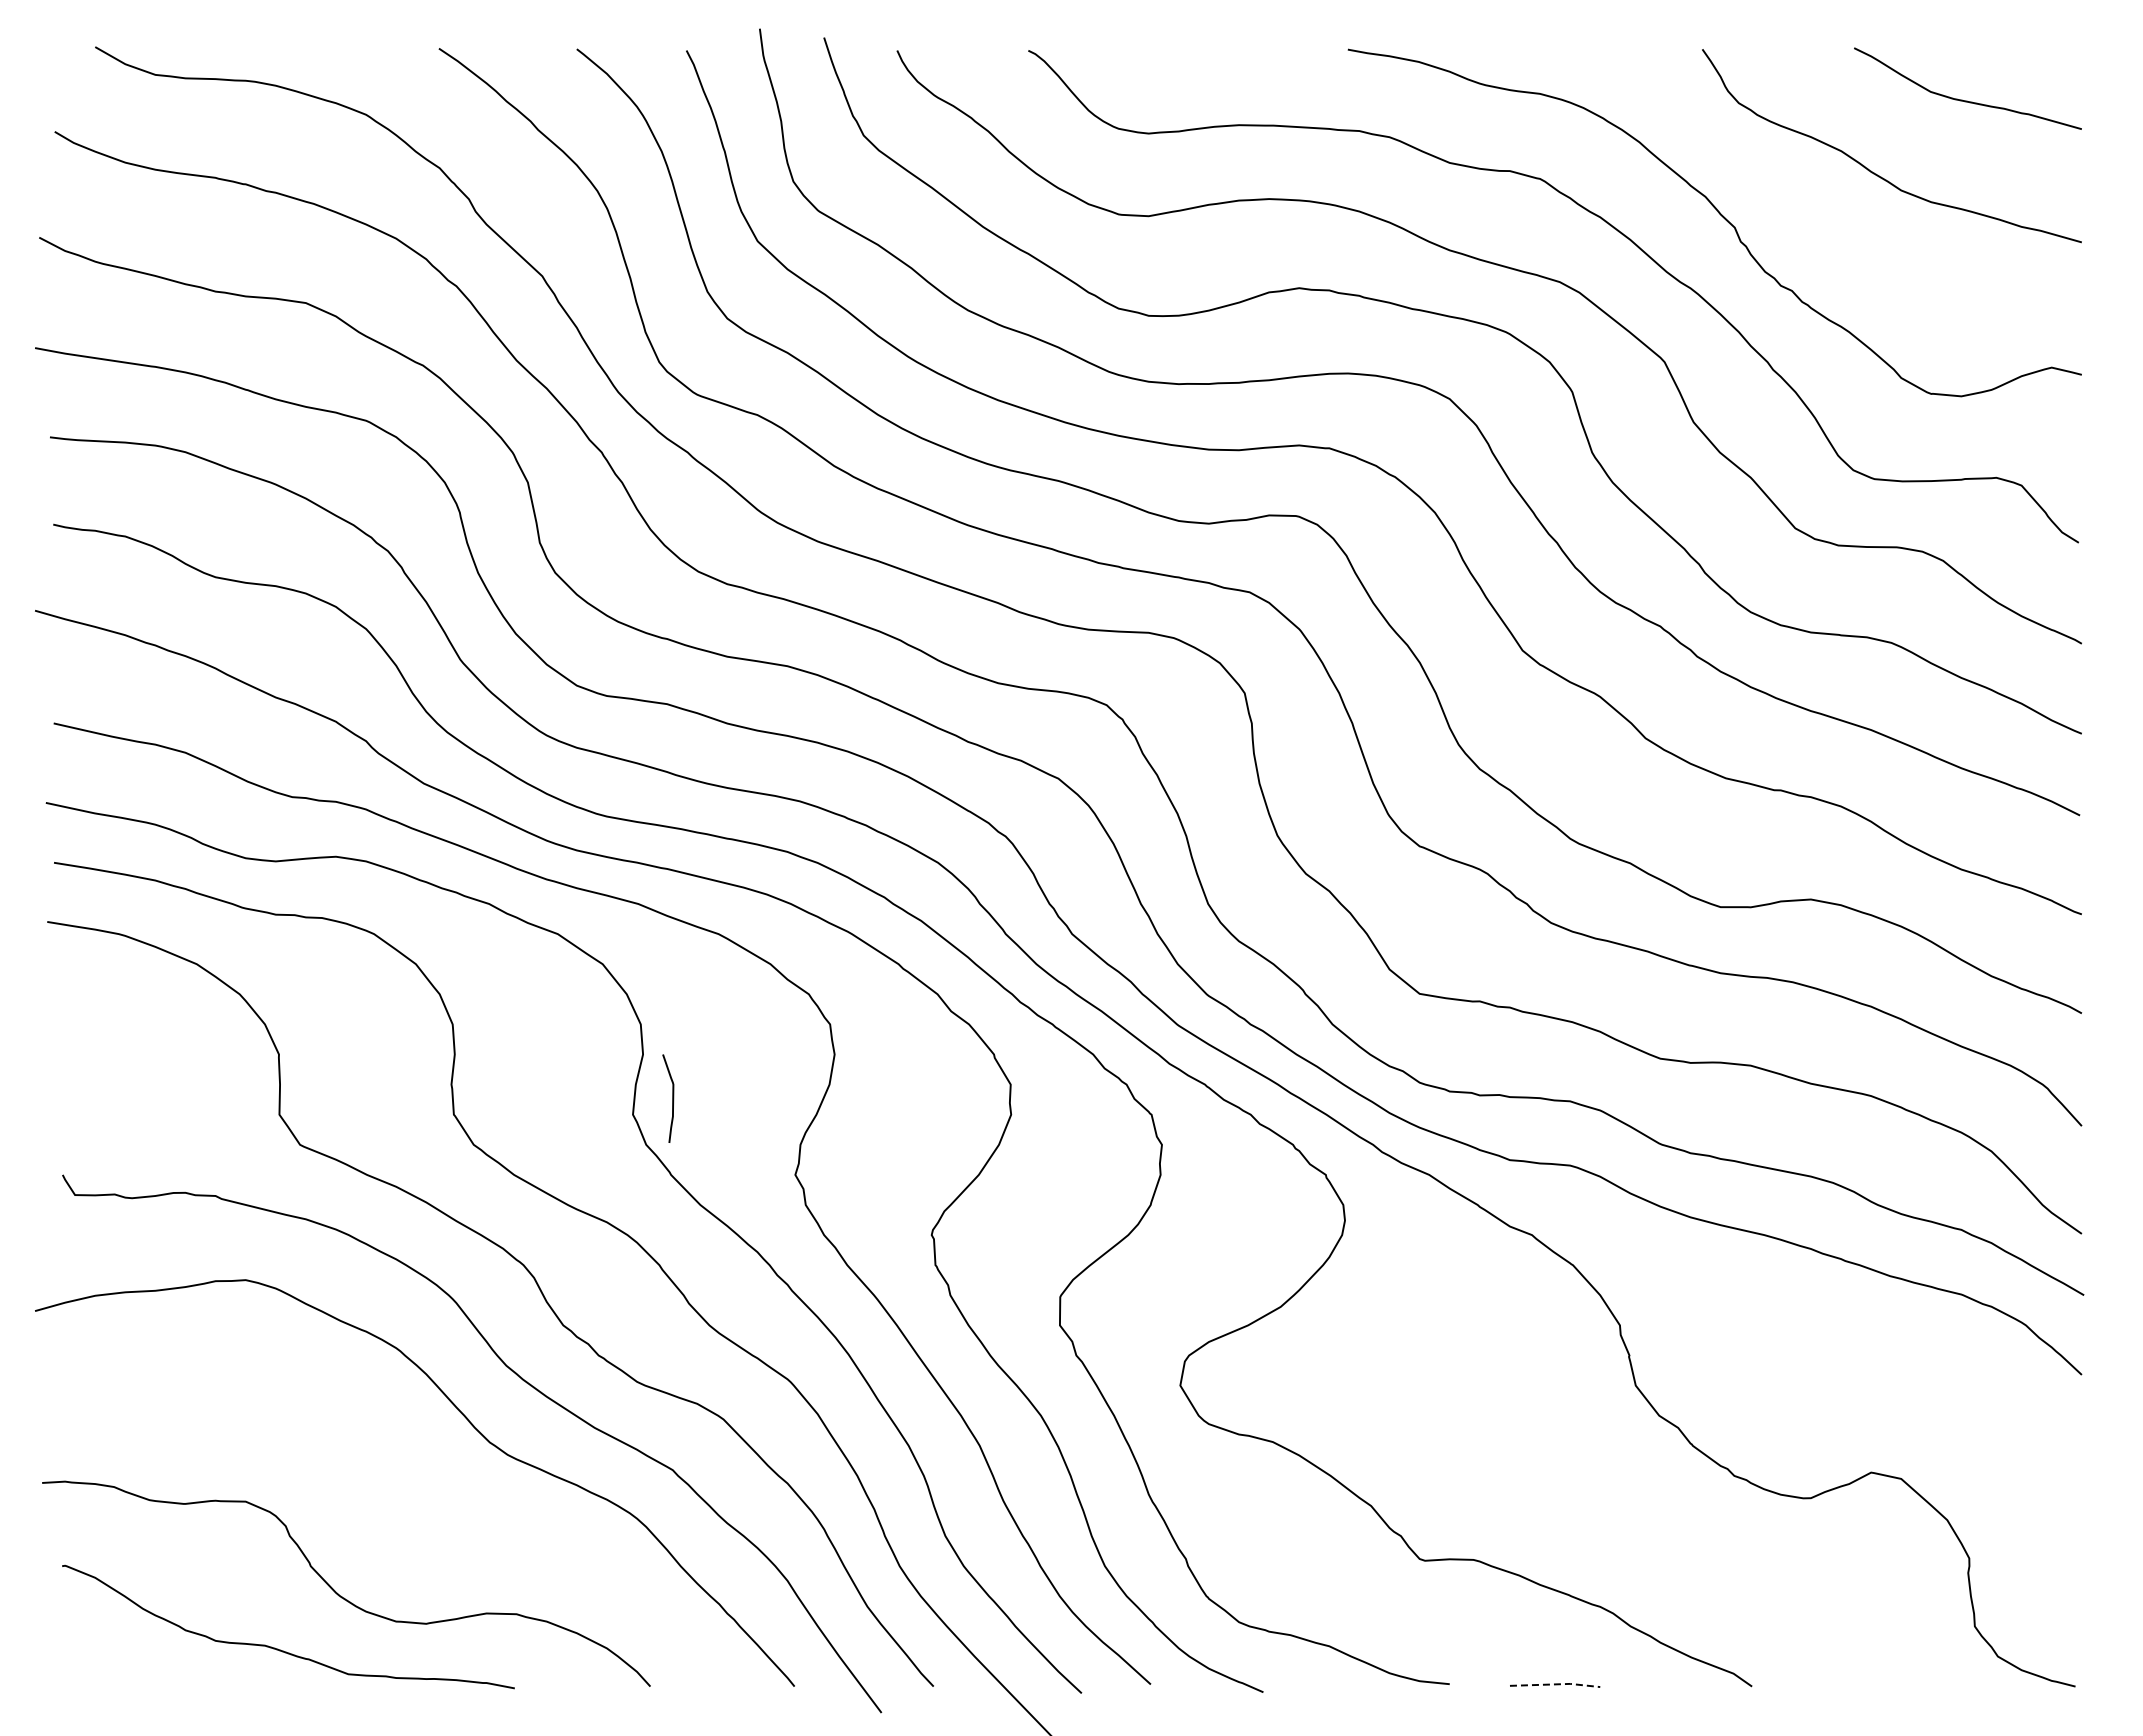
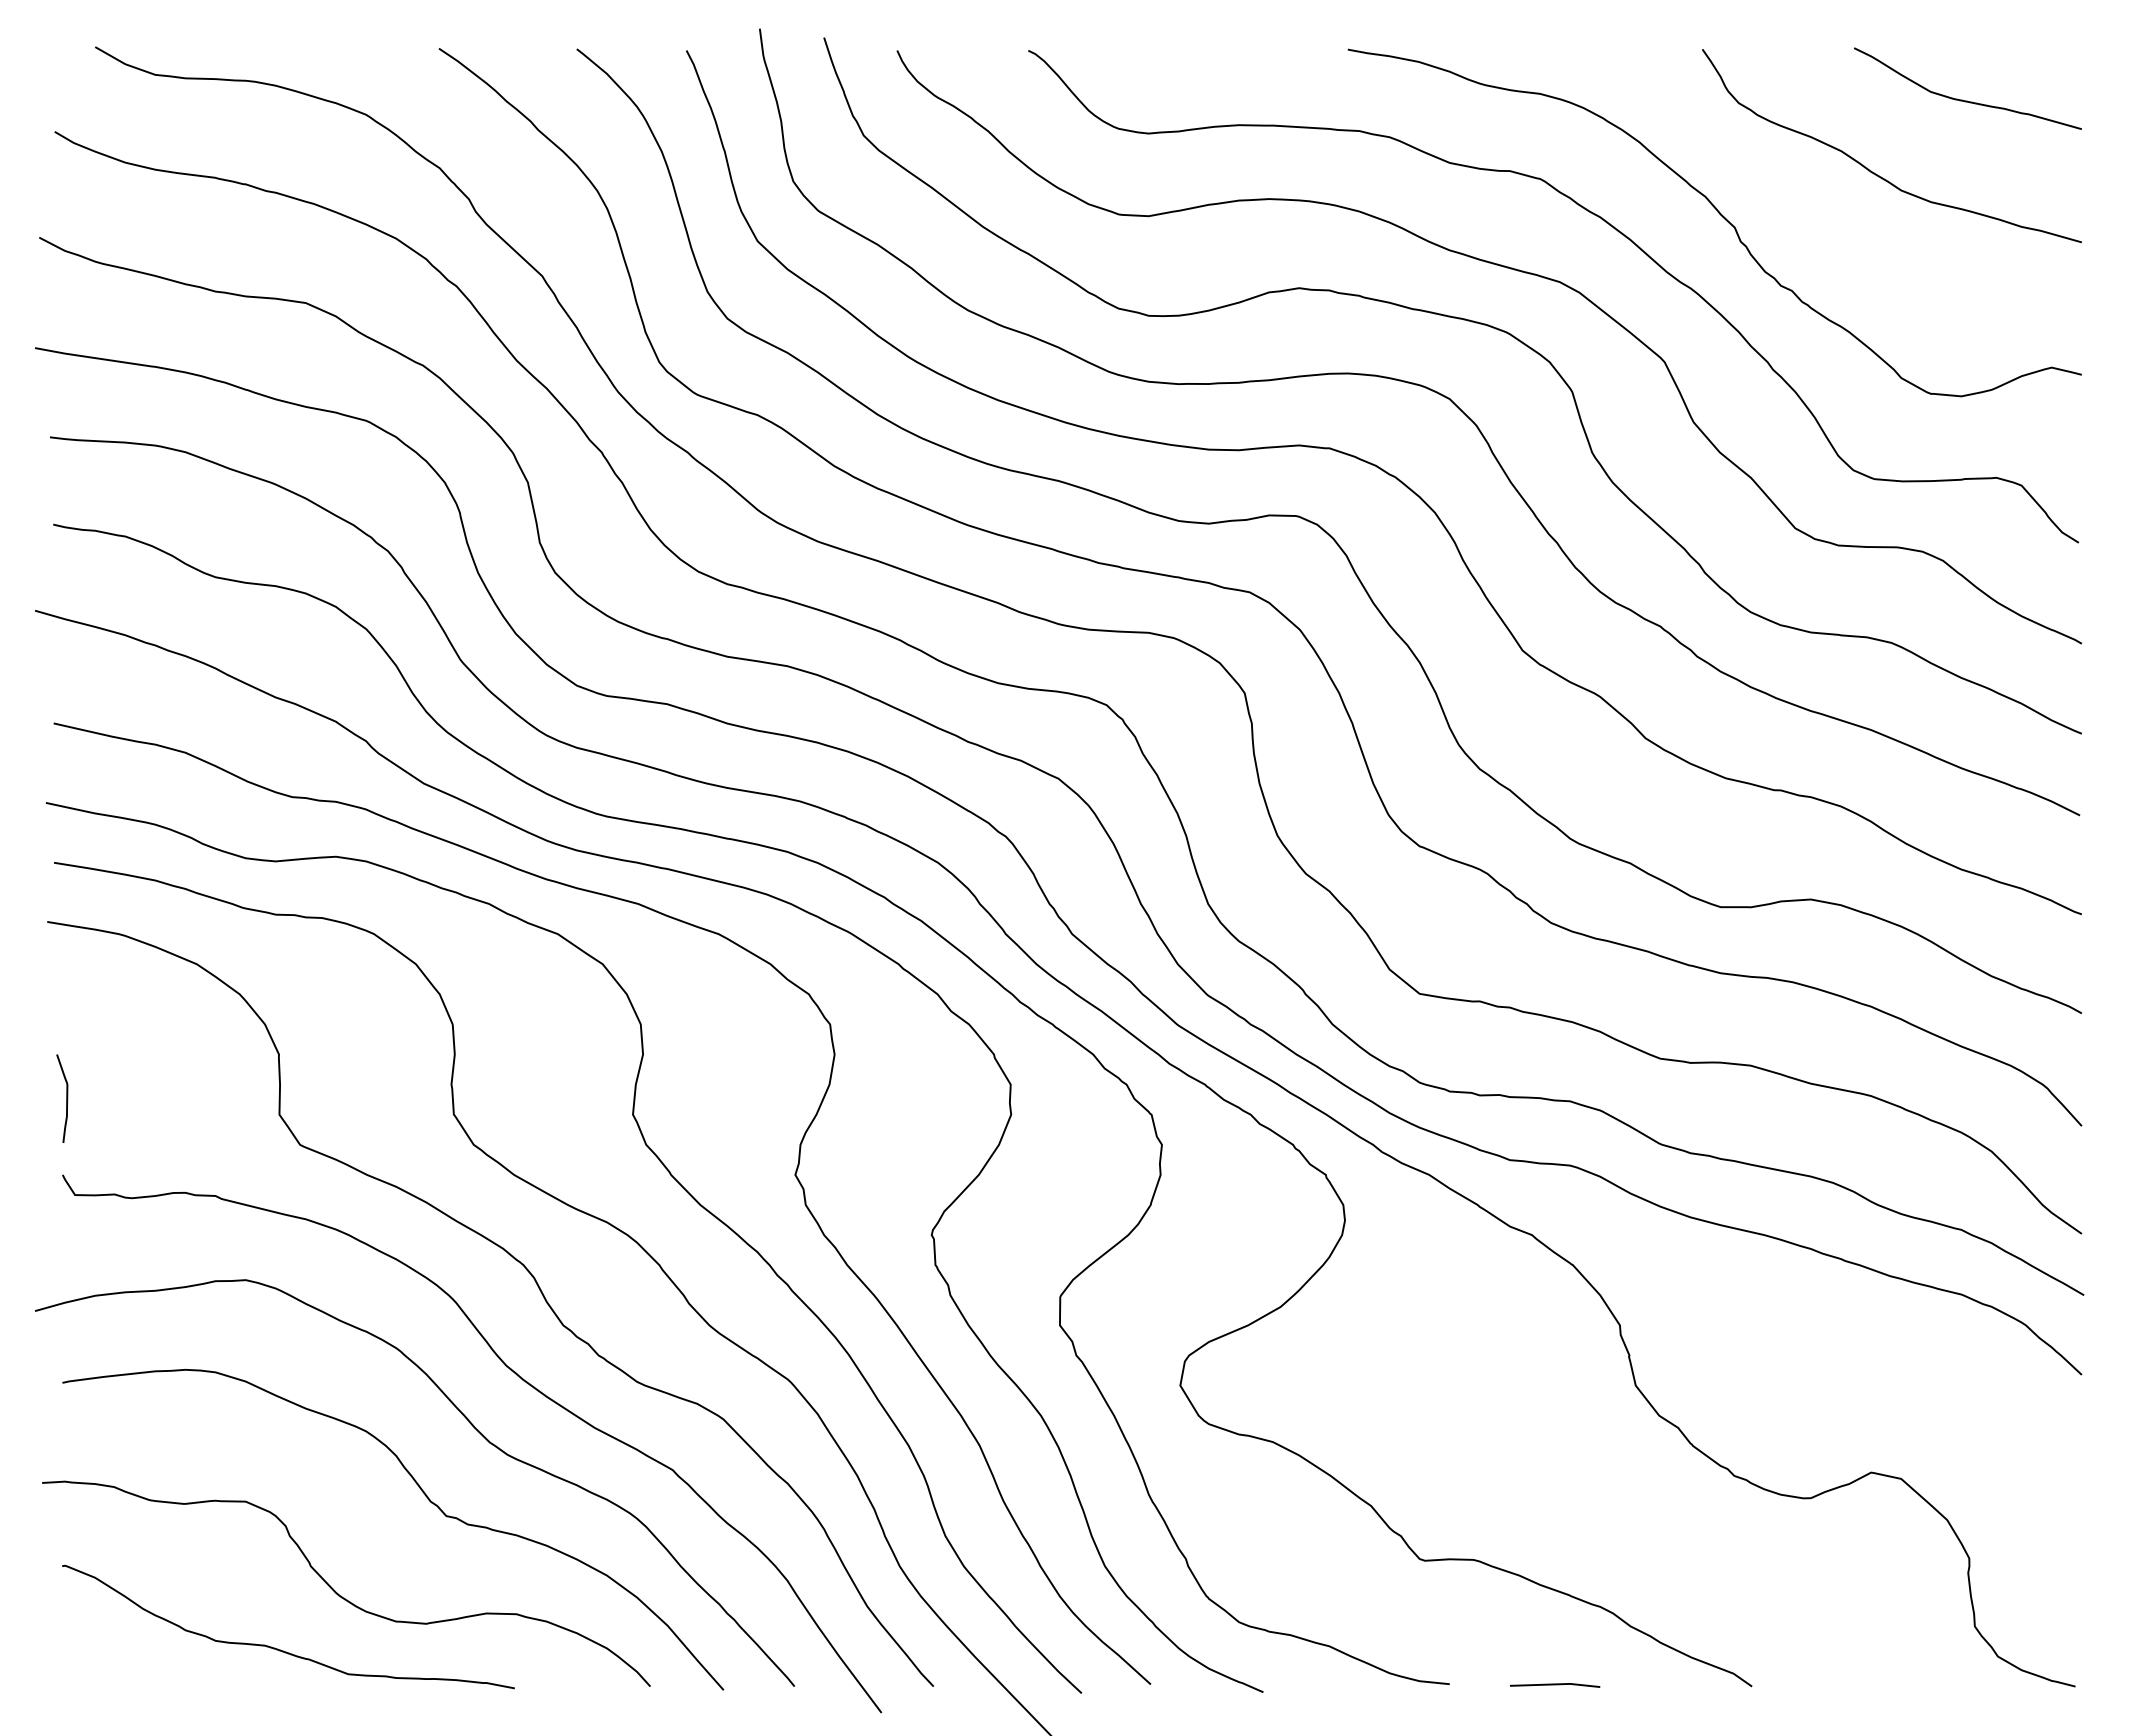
curve at (672, 1098) position: (672, 1098) -> (66, 1098)
curve at (427, 1499): none -> present
line at (1556, 1684): dashed -> solid
